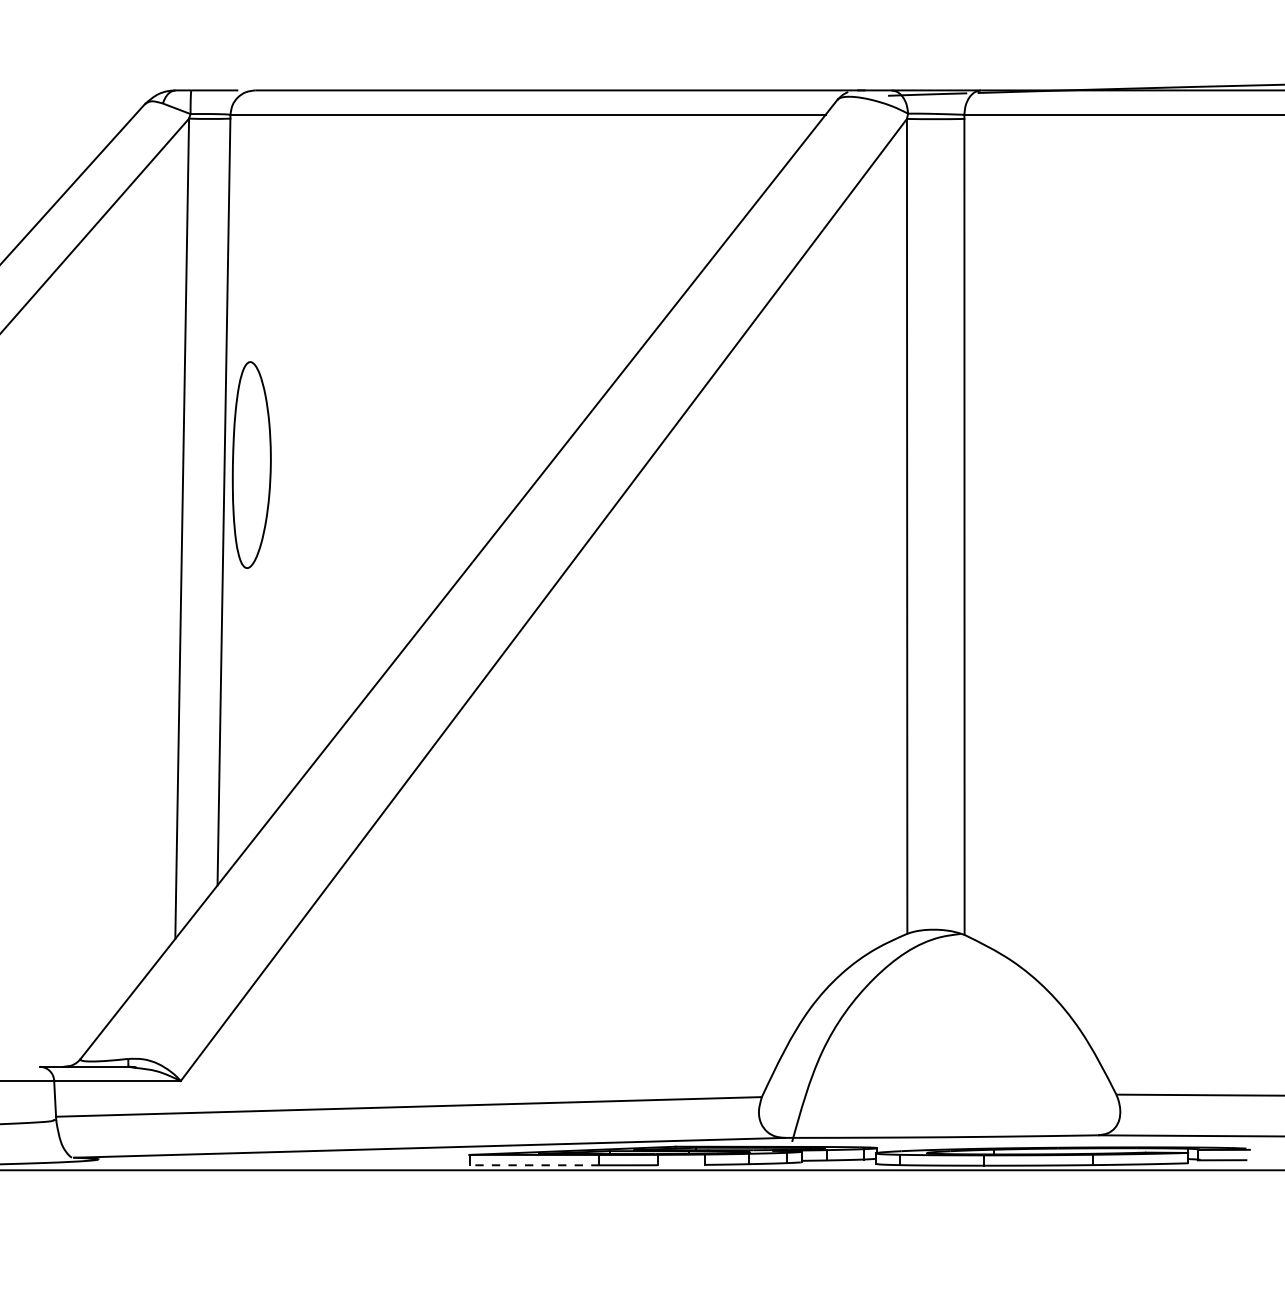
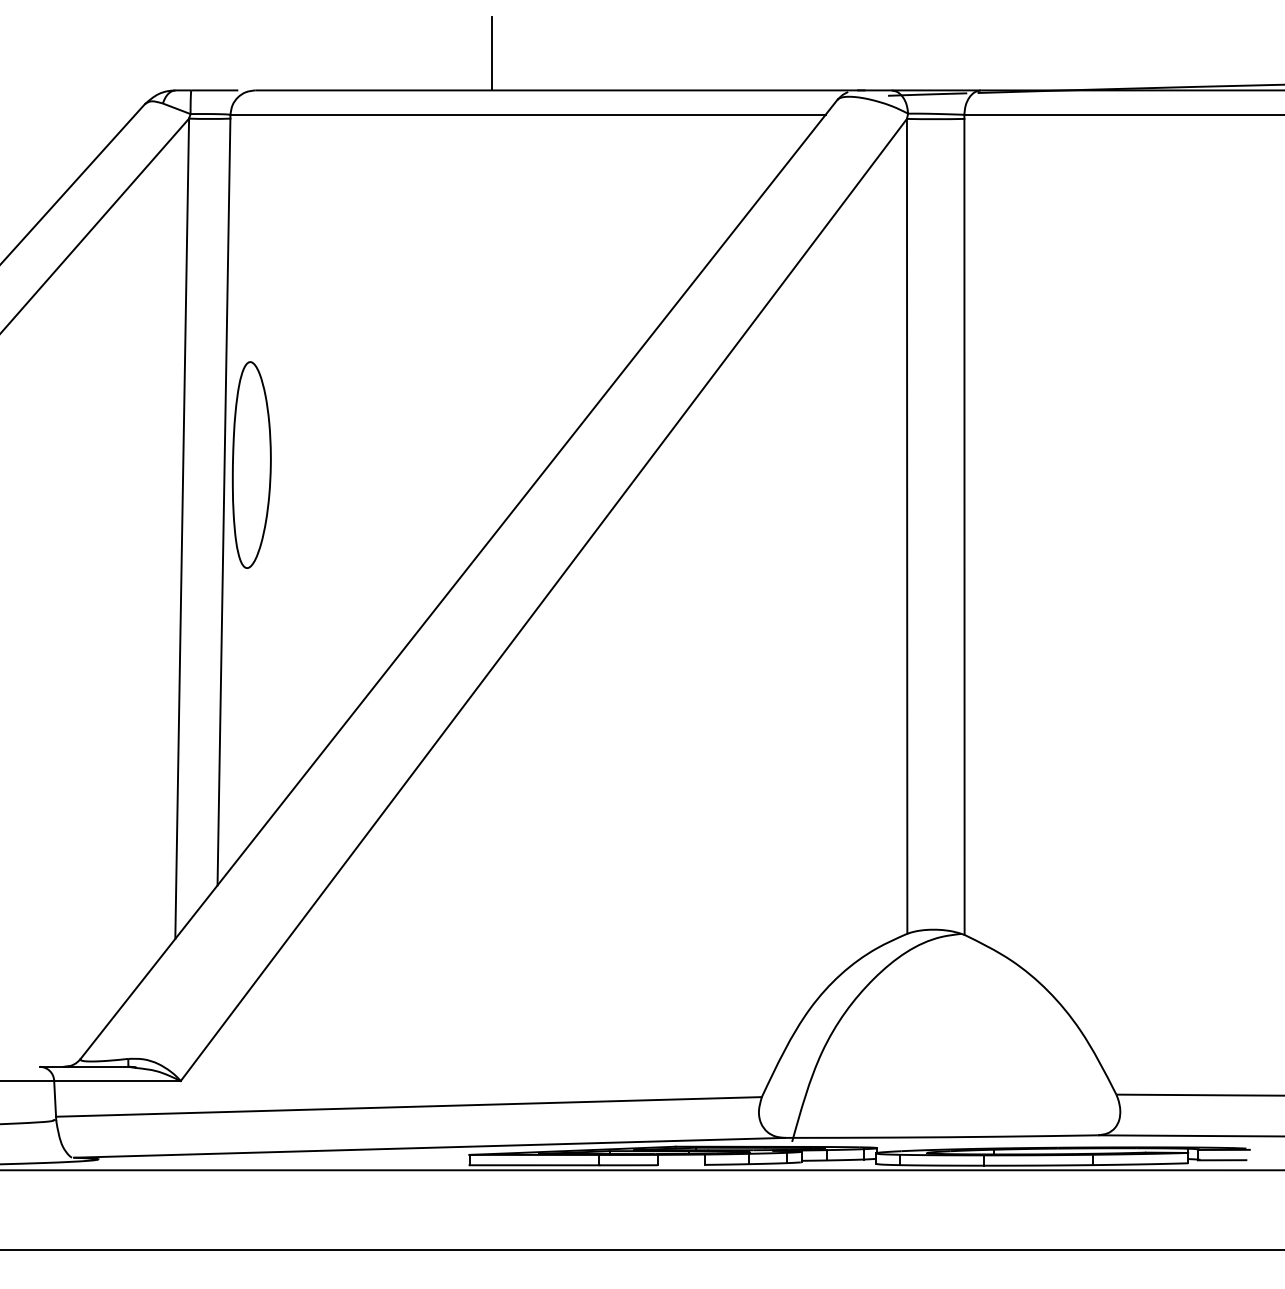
line at (492, 53): none -> present
line at (534, 1165): dashed -> solid
line at (641, 1250): none -> present
